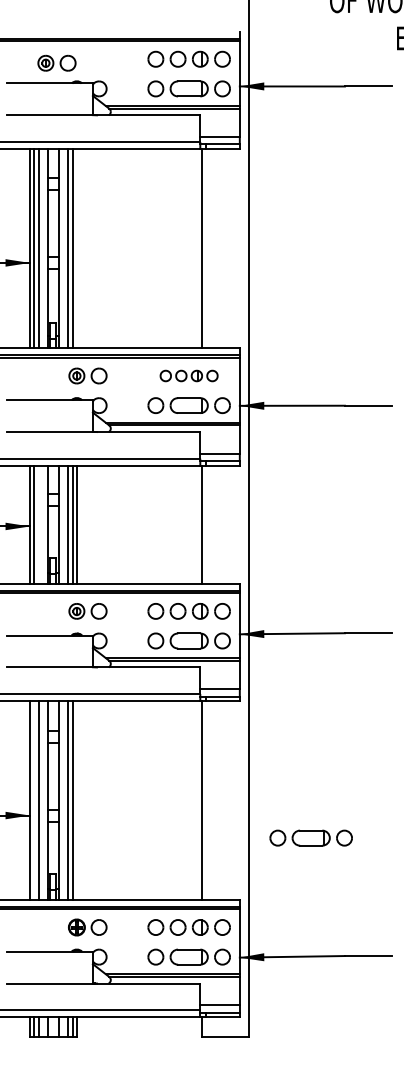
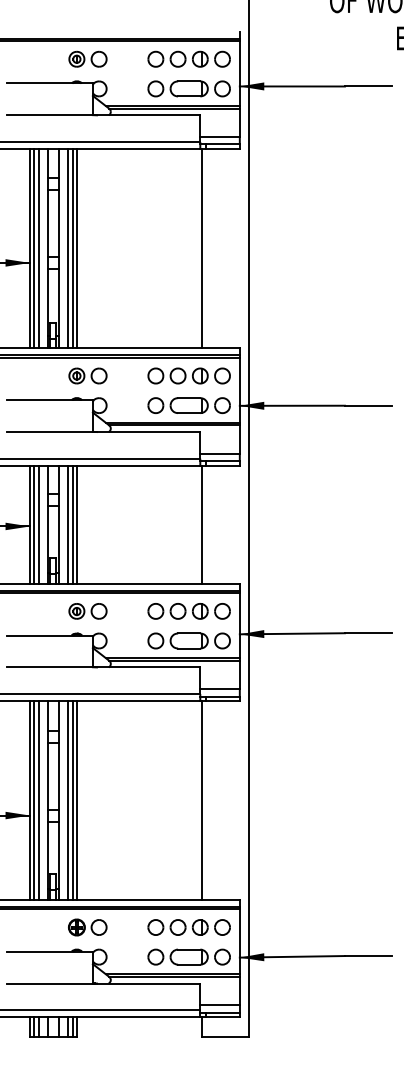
part at (56, 62) position: (56, 62) -> (87, 58)
line at (77, 248): none -> present
part at (188, 375) size: 60x14 px -> 84x18 px
line at (39, 524): none -> present
line at (33, 799): none -> present
line at (77, 799): none -> present
part at (310, 837): present -> none
